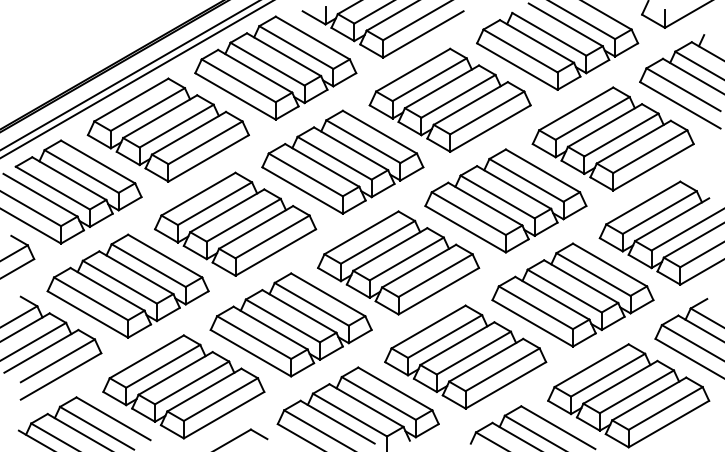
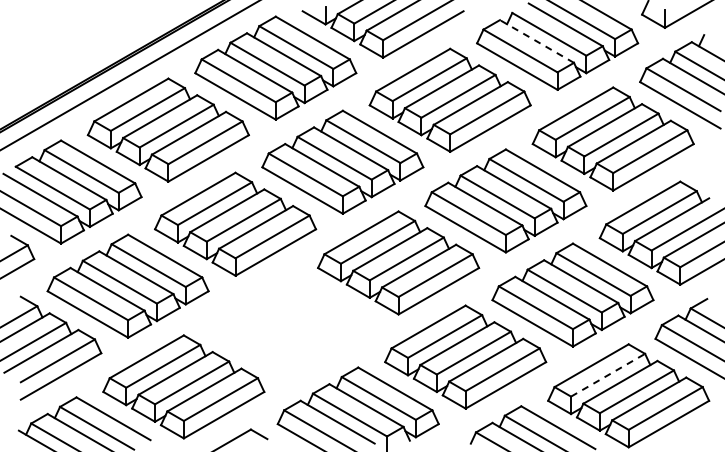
line at (536, 41): solid -> dashed
line at (136, 79): present -> none
part at (290, 324): present -> none
line at (608, 375): solid -> dashed
